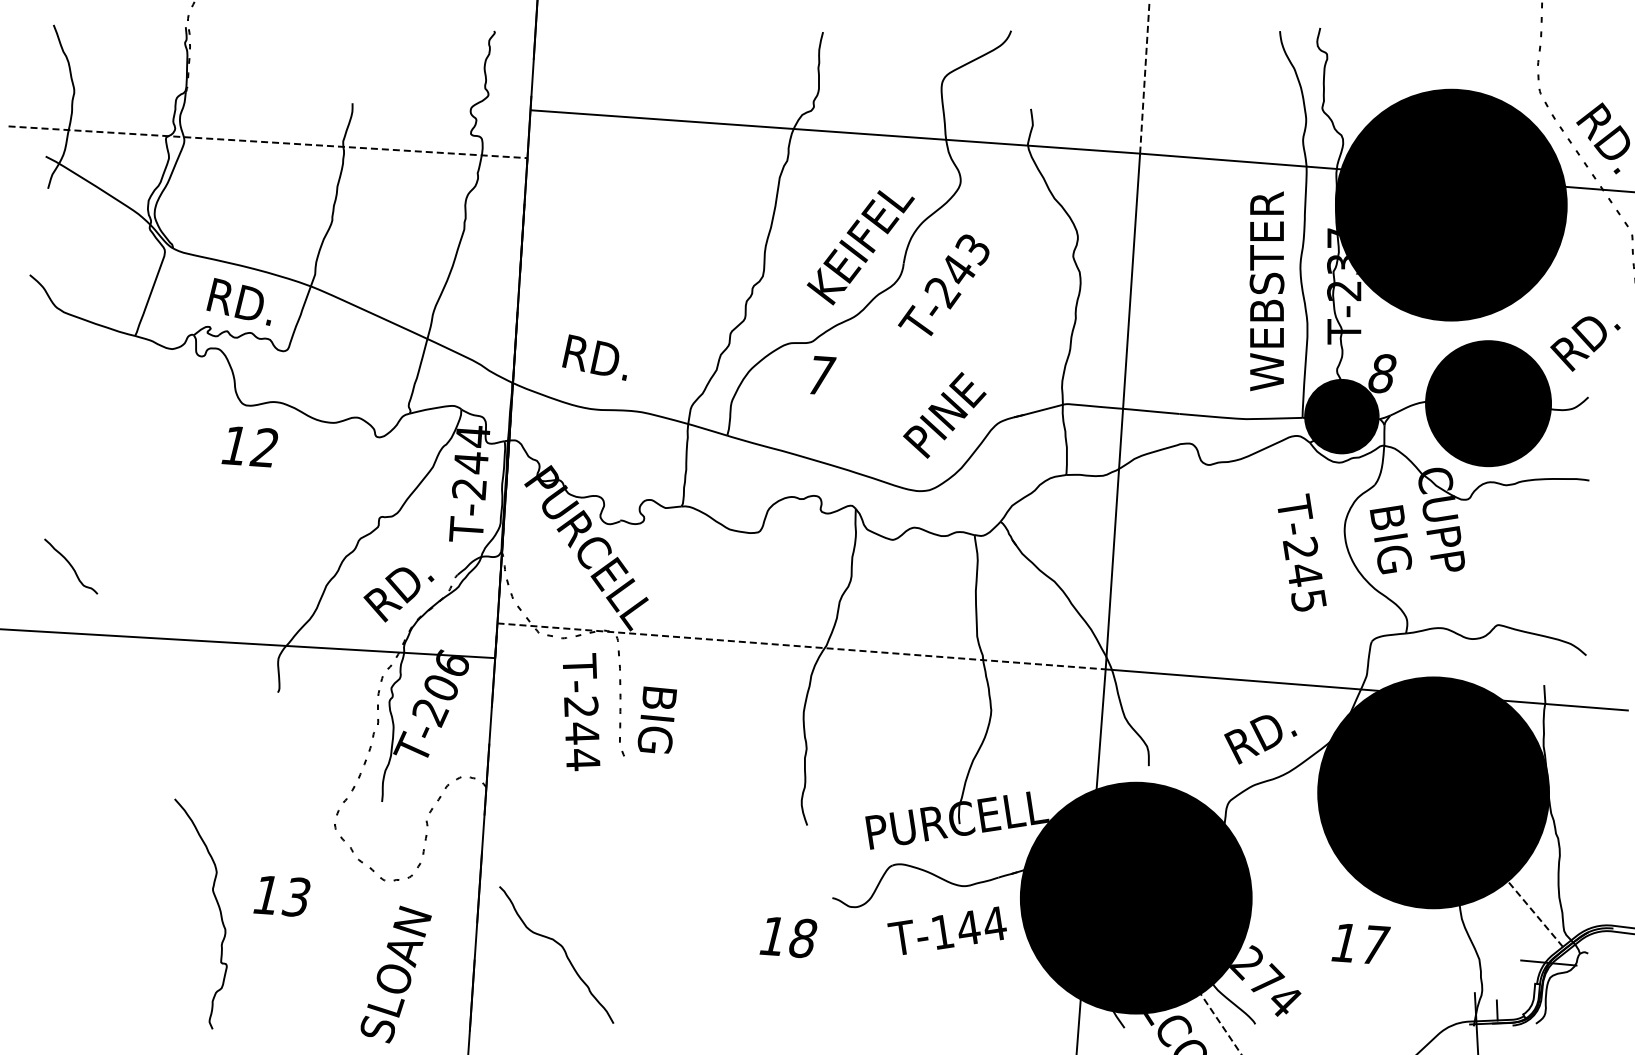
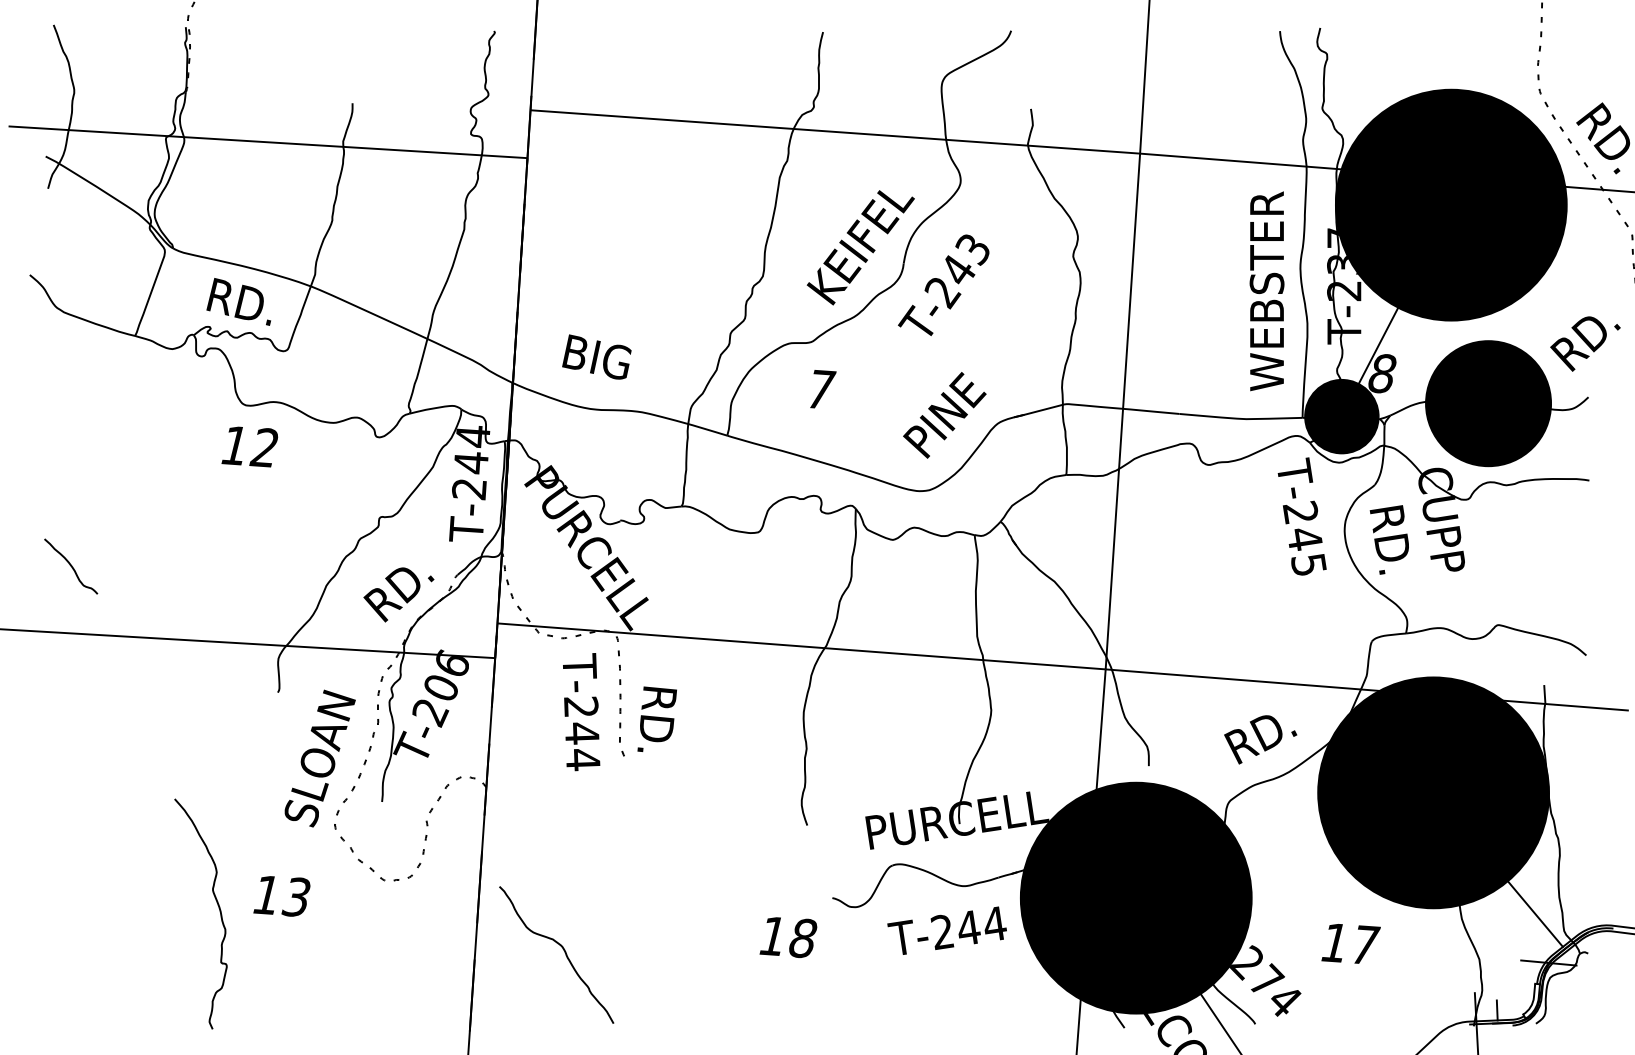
line at (1144, 76): dashed -> solid
line at (268, 142): dashed -> solid
line at (1378, 345): none -> present
text at (598, 358): RD. -> BIG
text at (823, 375) position: (823, 375) -> (823, 389)
text at (1391, 542): BIG -> RD.
text at (1301, 552) position: (1301, 552) -> (1301, 516)
line at (801, 646): dashed -> solid
text at (656, 721): BIG -> RD.
line at (1535, 914): dashed -> solid
text at (942, 932): T-144 -> T-244
text at (1360, 943) position: (1360, 943) -> (1350, 943)
text at (395, 974) position: (395, 974) -> (319, 758)
line at (1220, 1023): dashed -> solid
